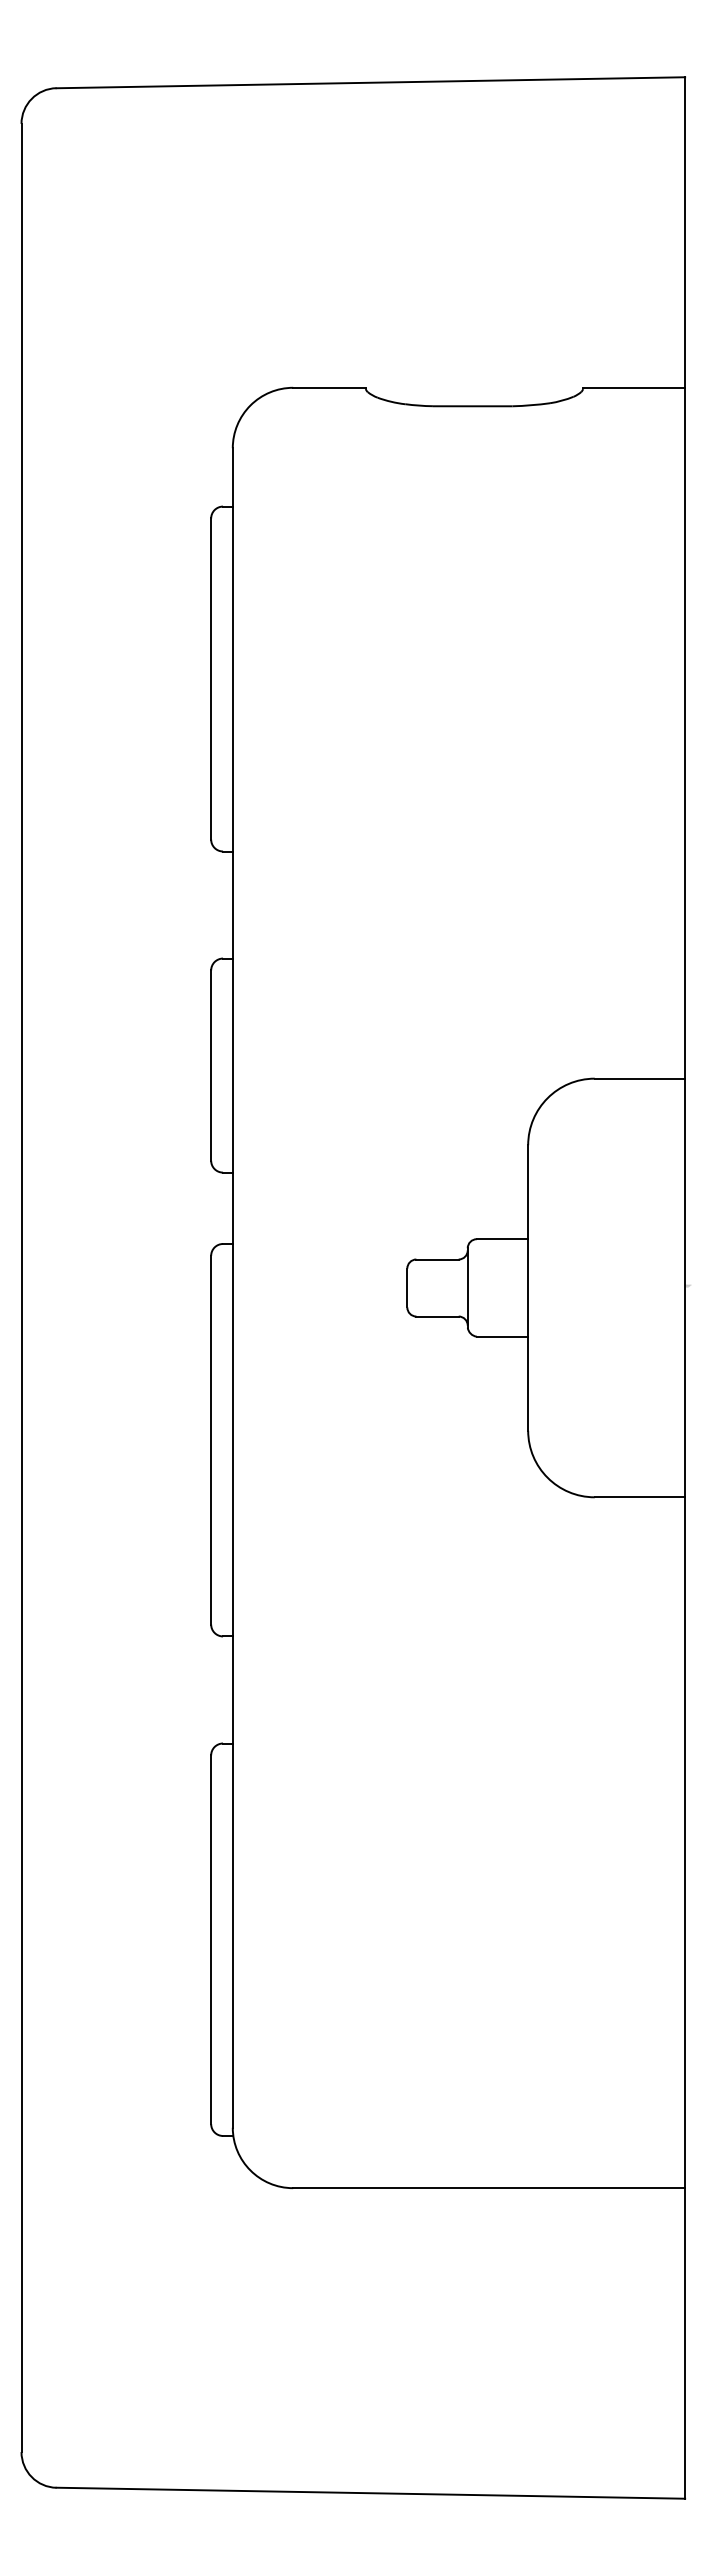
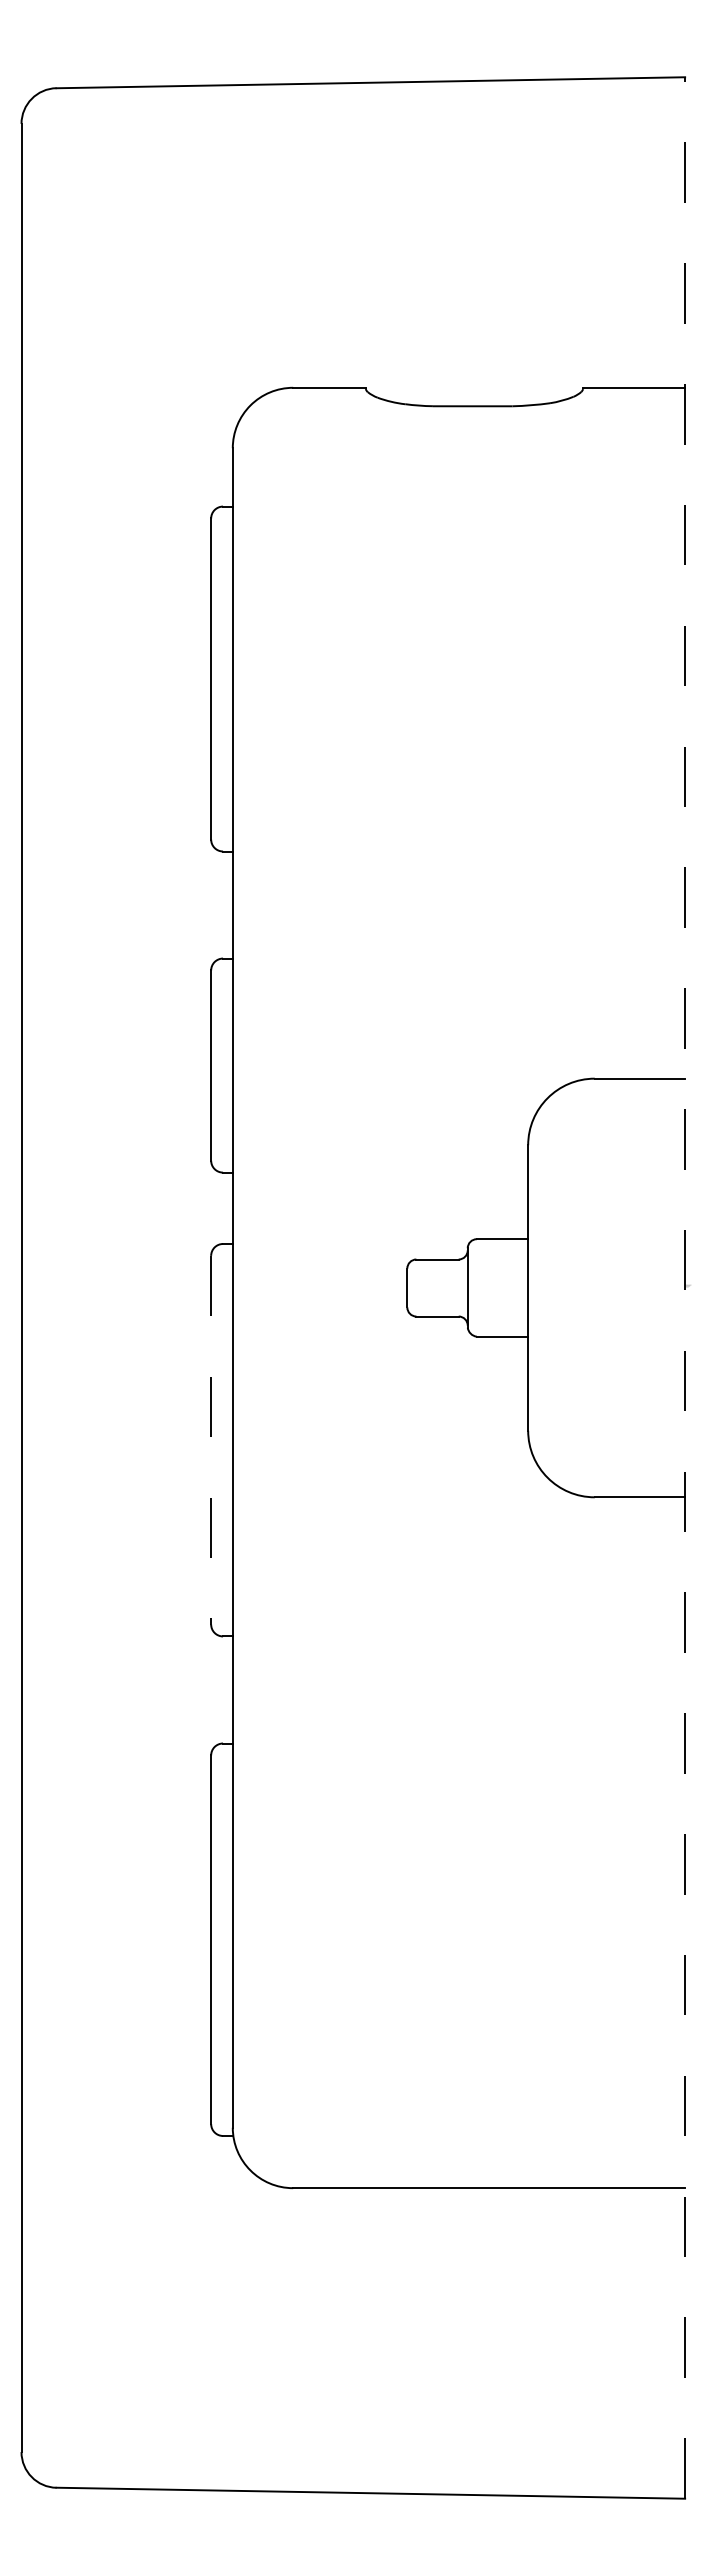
line at (685, 1287): solid -> dashed
line at (211, 1440): solid -> dashed
